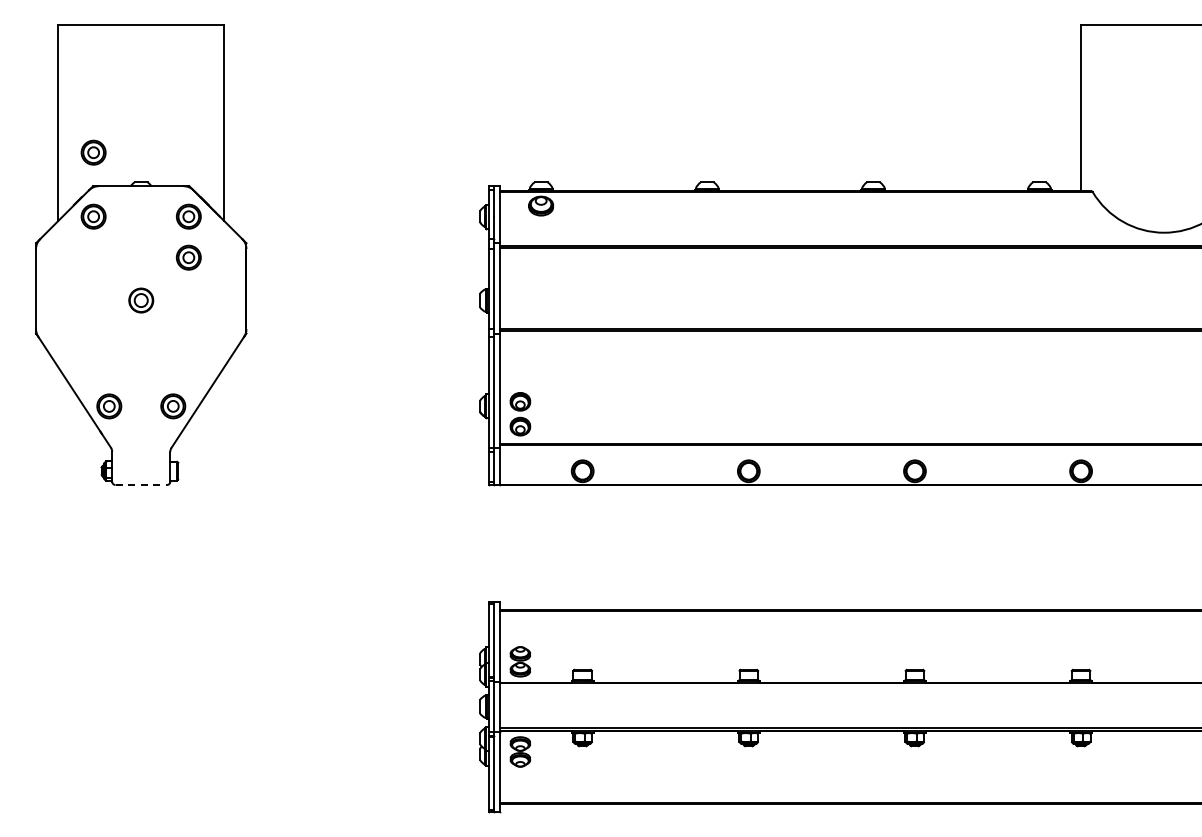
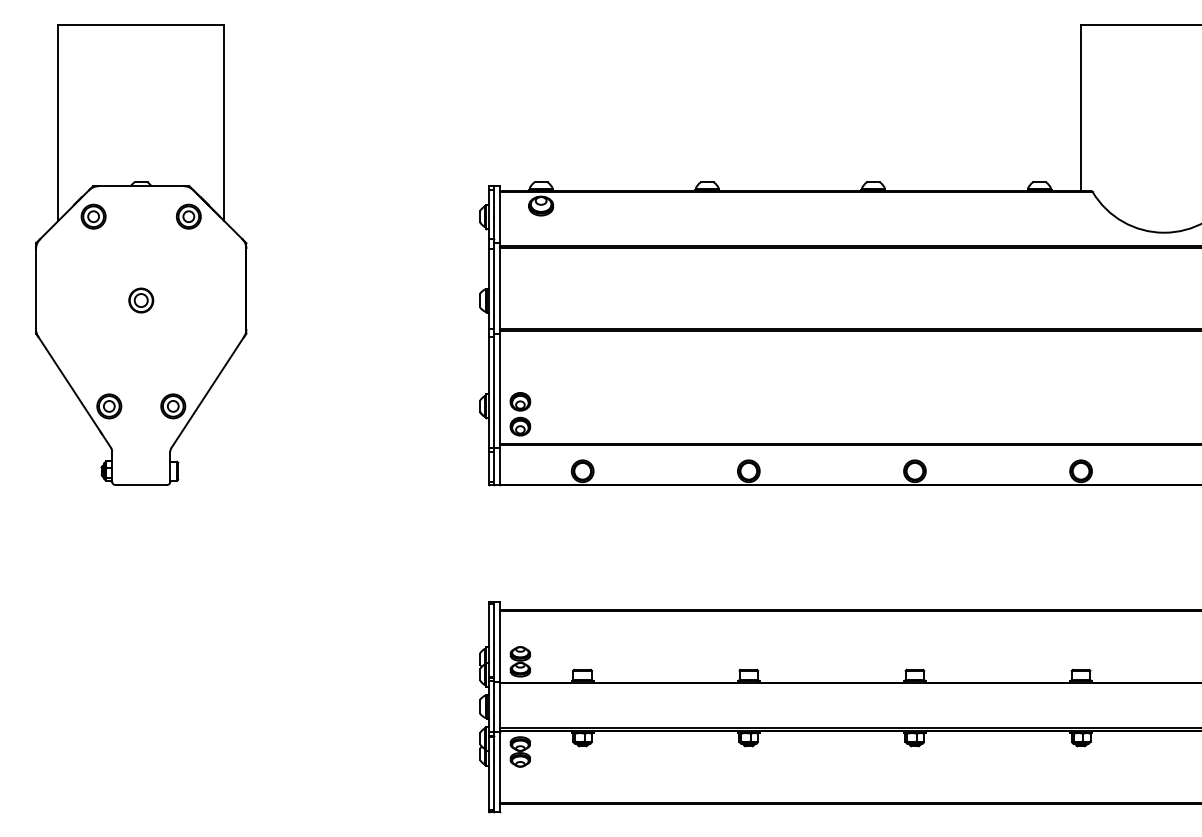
part at (93, 152): present -> none
part at (188, 257): present -> none
line at (141, 485): dashed -> solid
